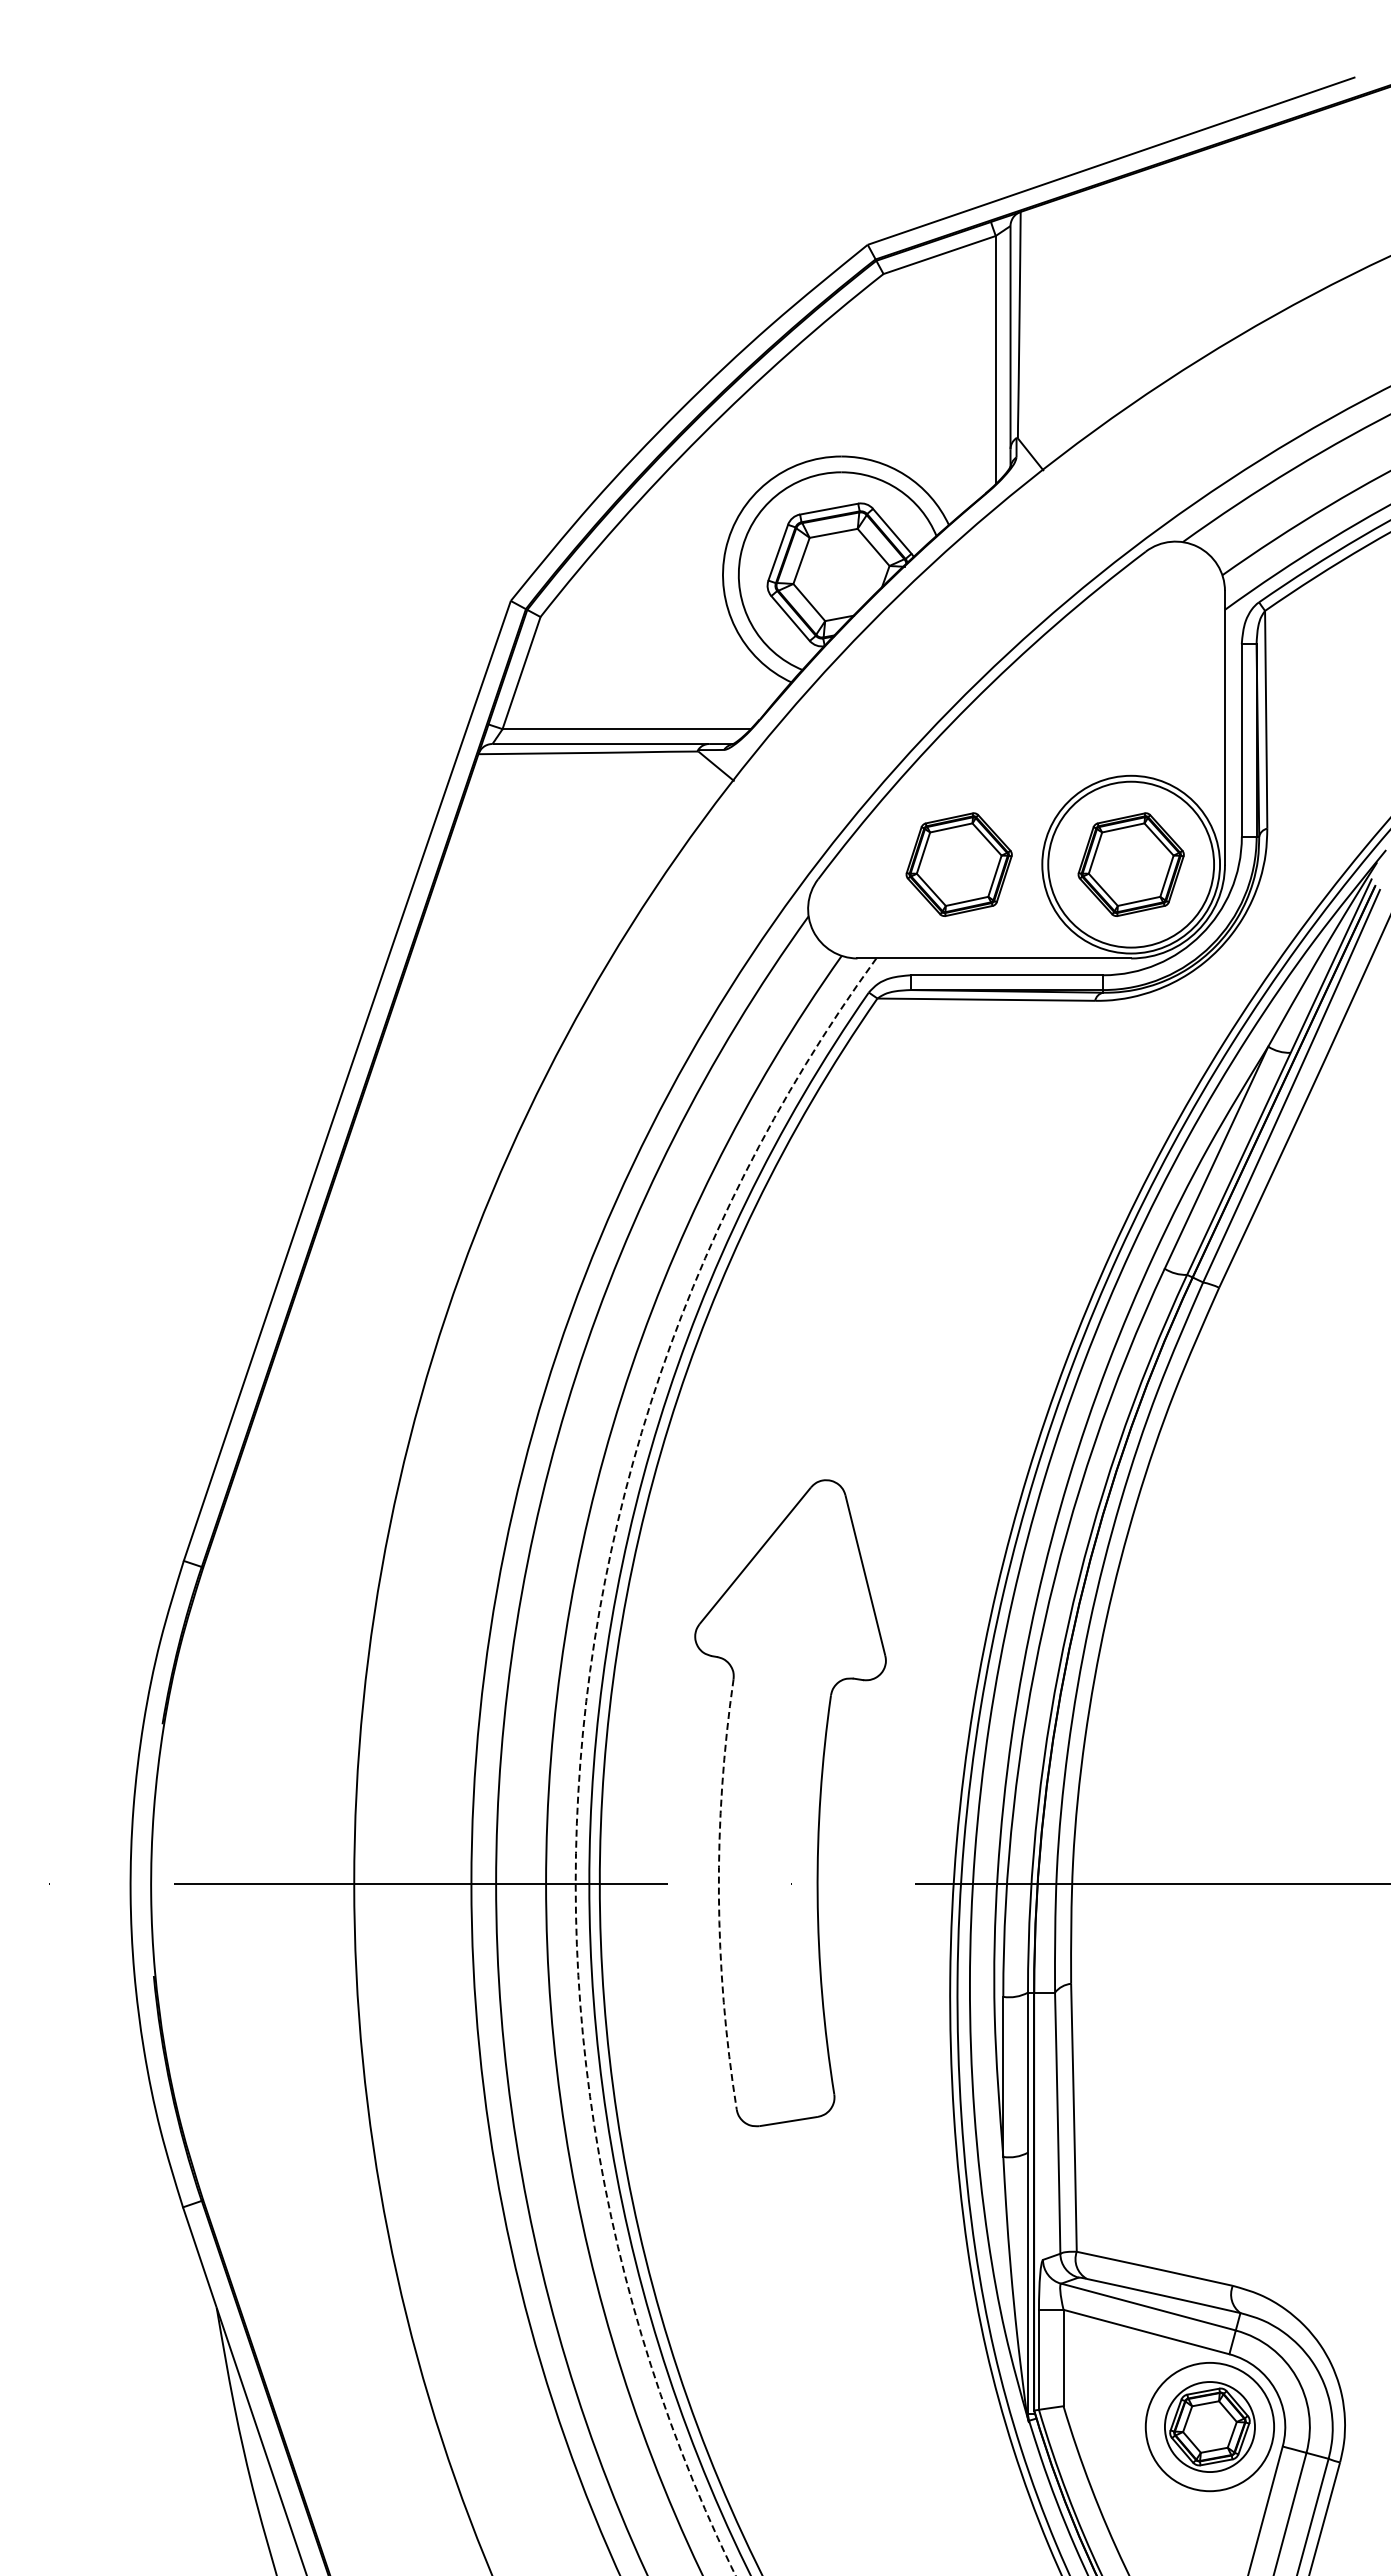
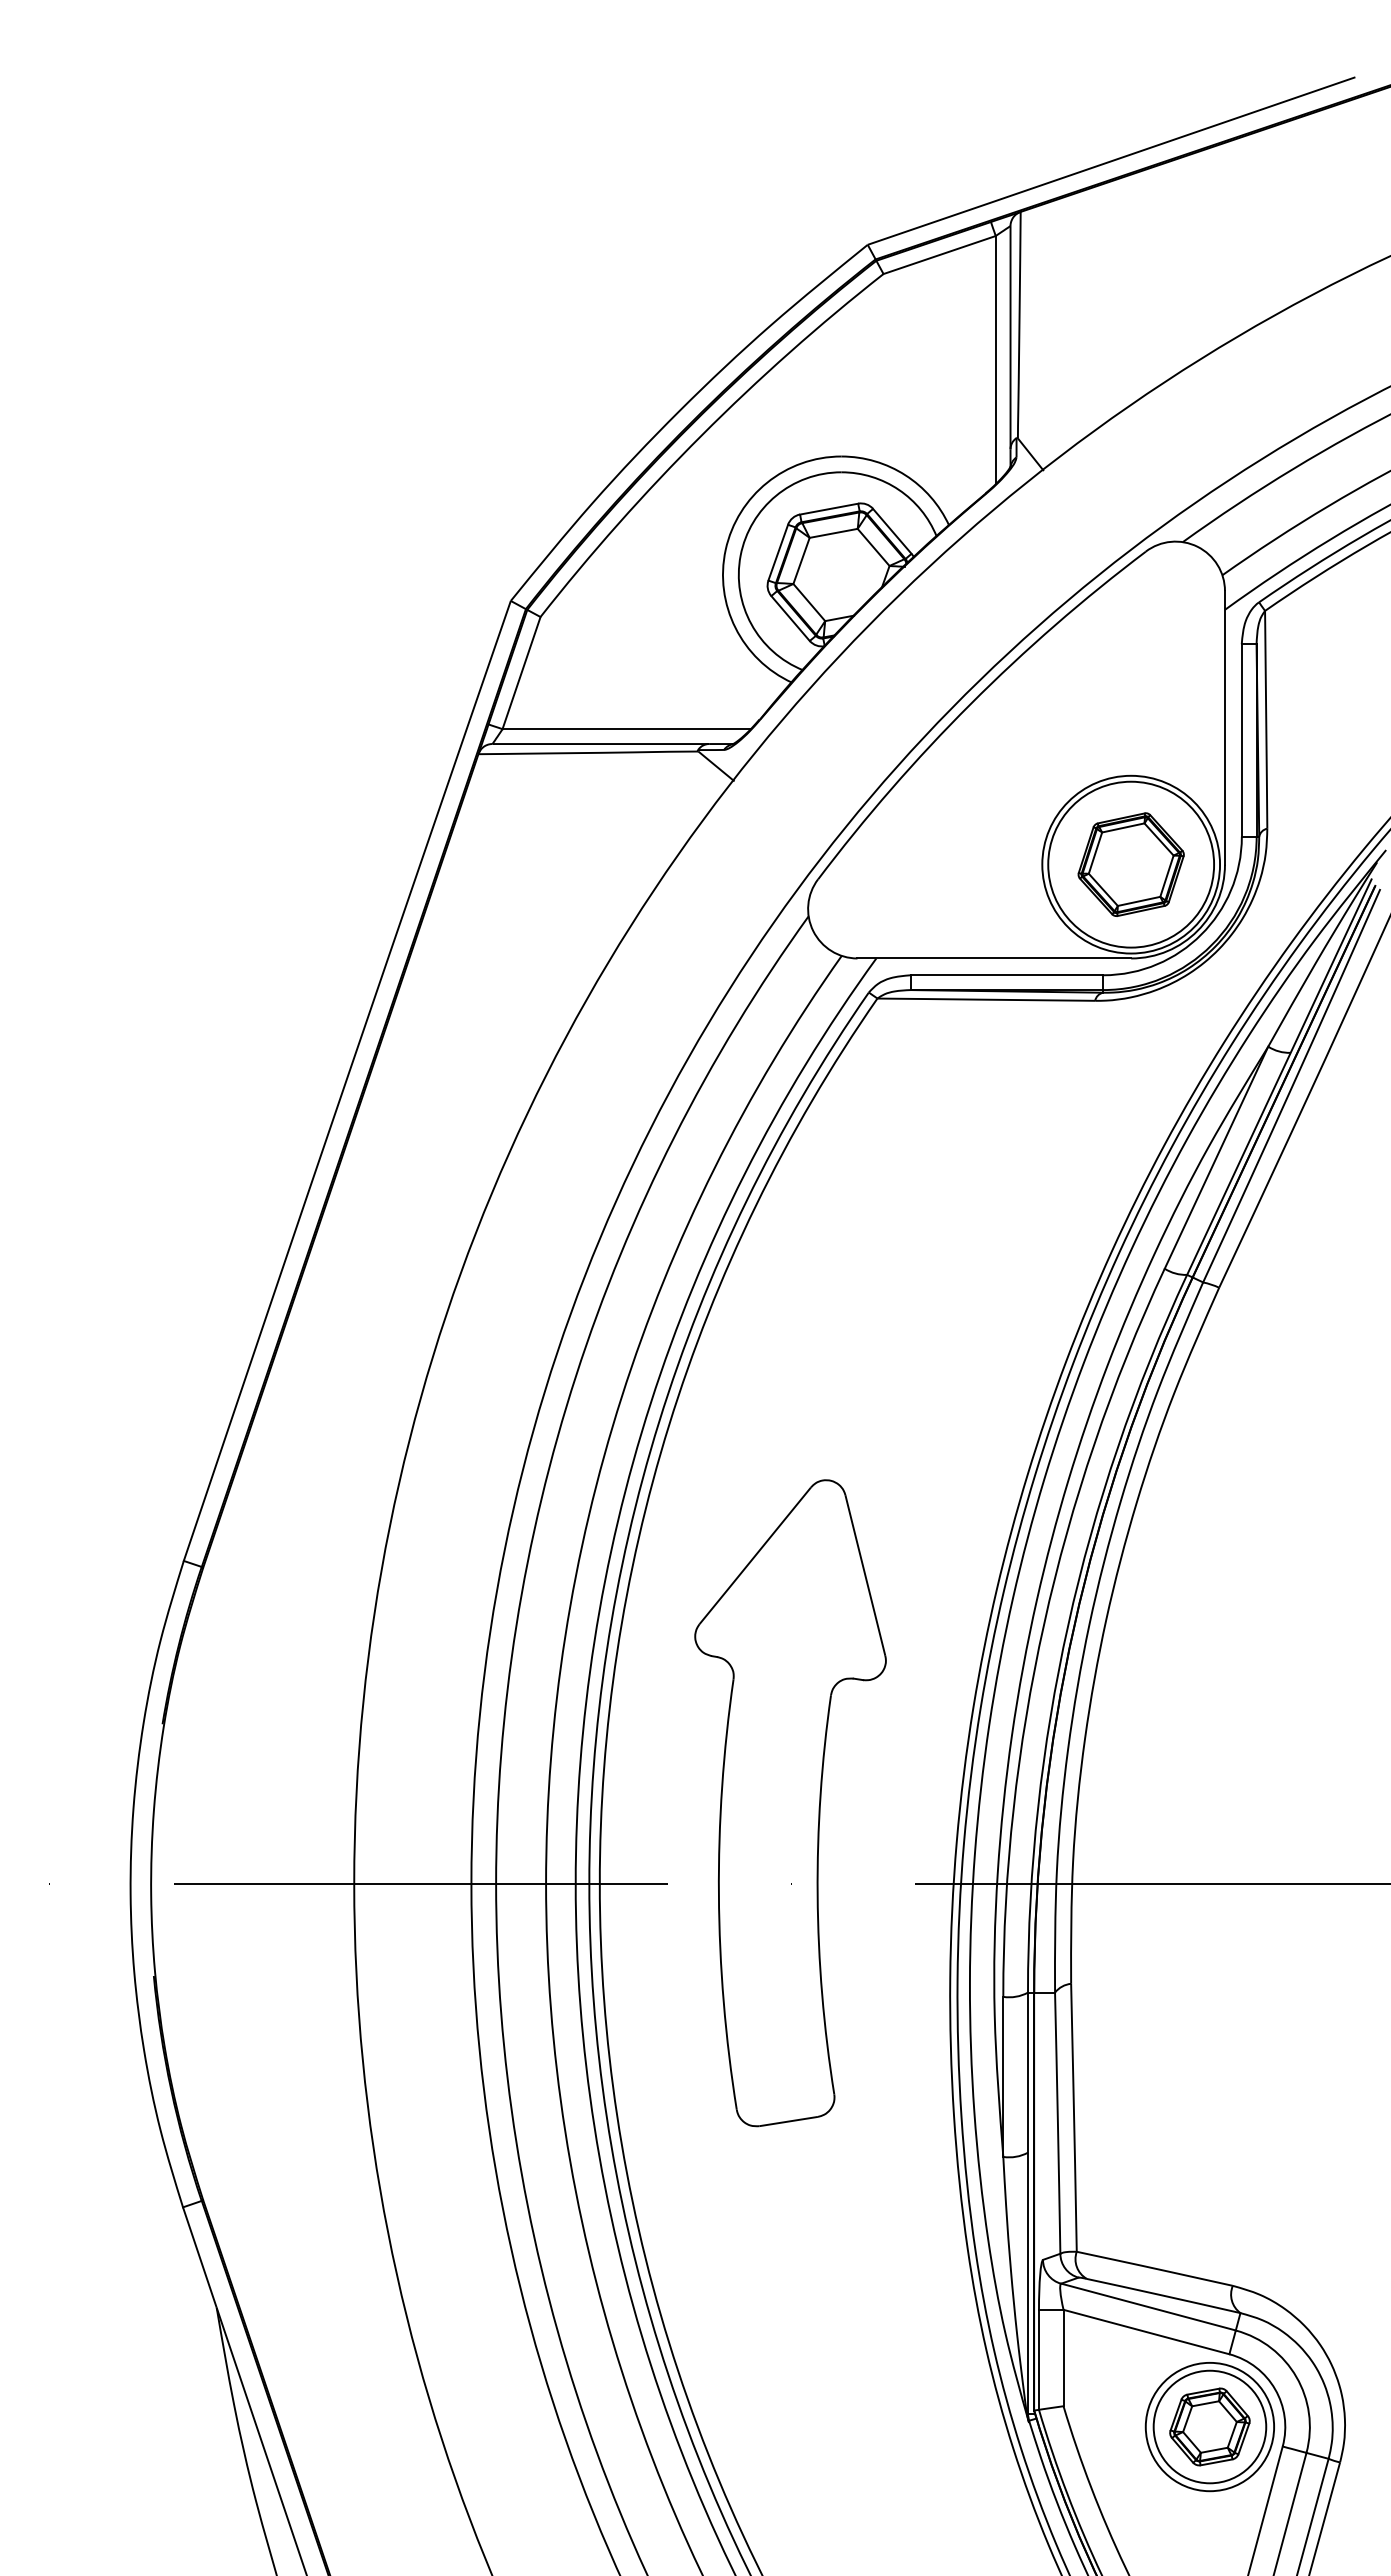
part at (958, 864): present -> none
arc at (581, 1748): dashed -> solid
arc at (718, 1894): dashed -> solid
circle at (1209, 2427) diameter: 90 px -> 113 px
